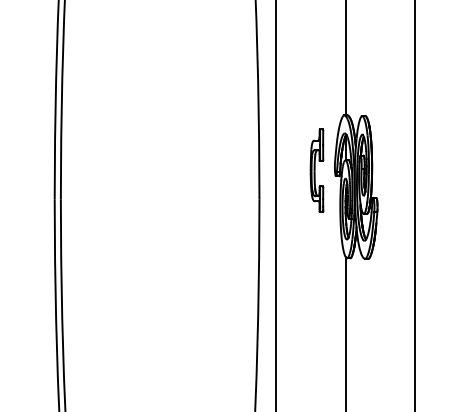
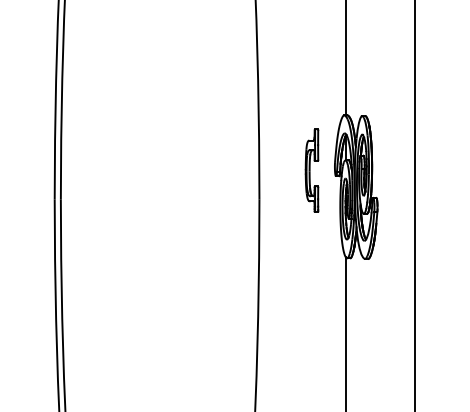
part at (316, 170) position: (316, 170) -> (311, 170)
line at (276, 205): present -> none
